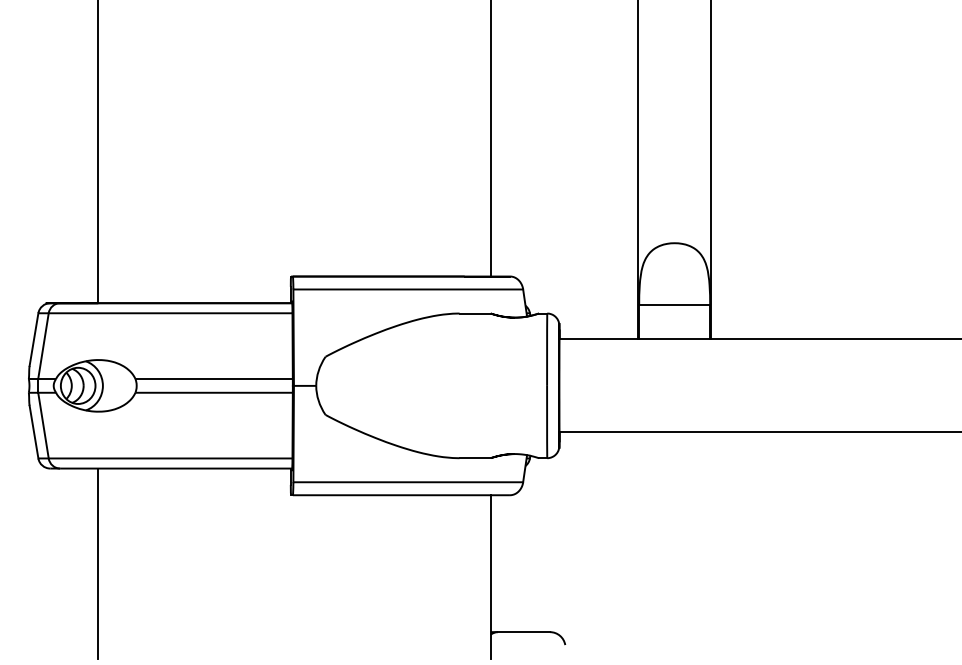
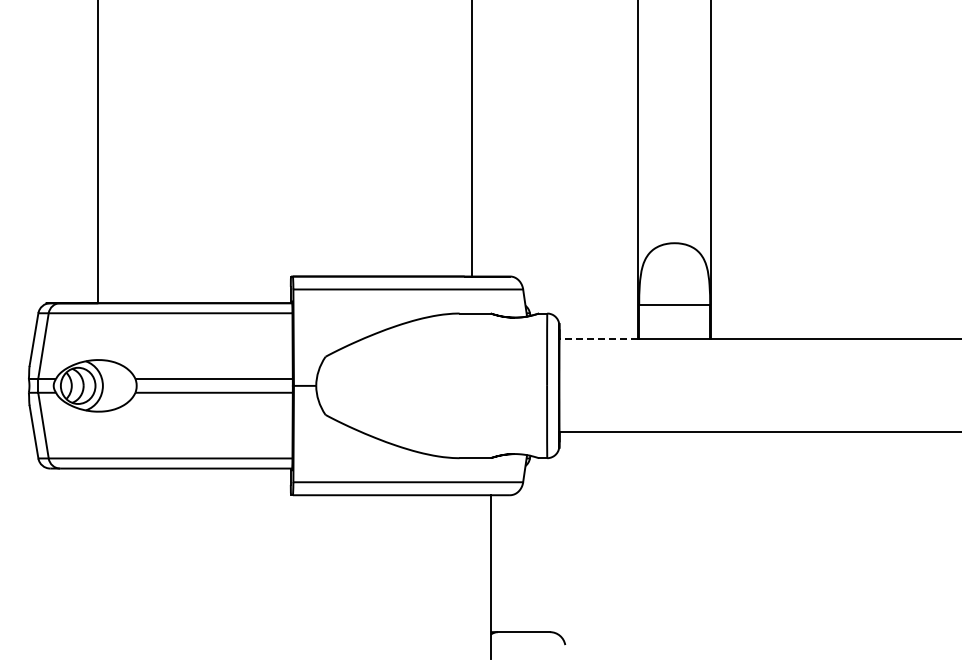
line at (490, 139) position: (490, 139) -> (471, 139)
line at (598, 339): solid -> dashed
line at (98, 563): present -> none
